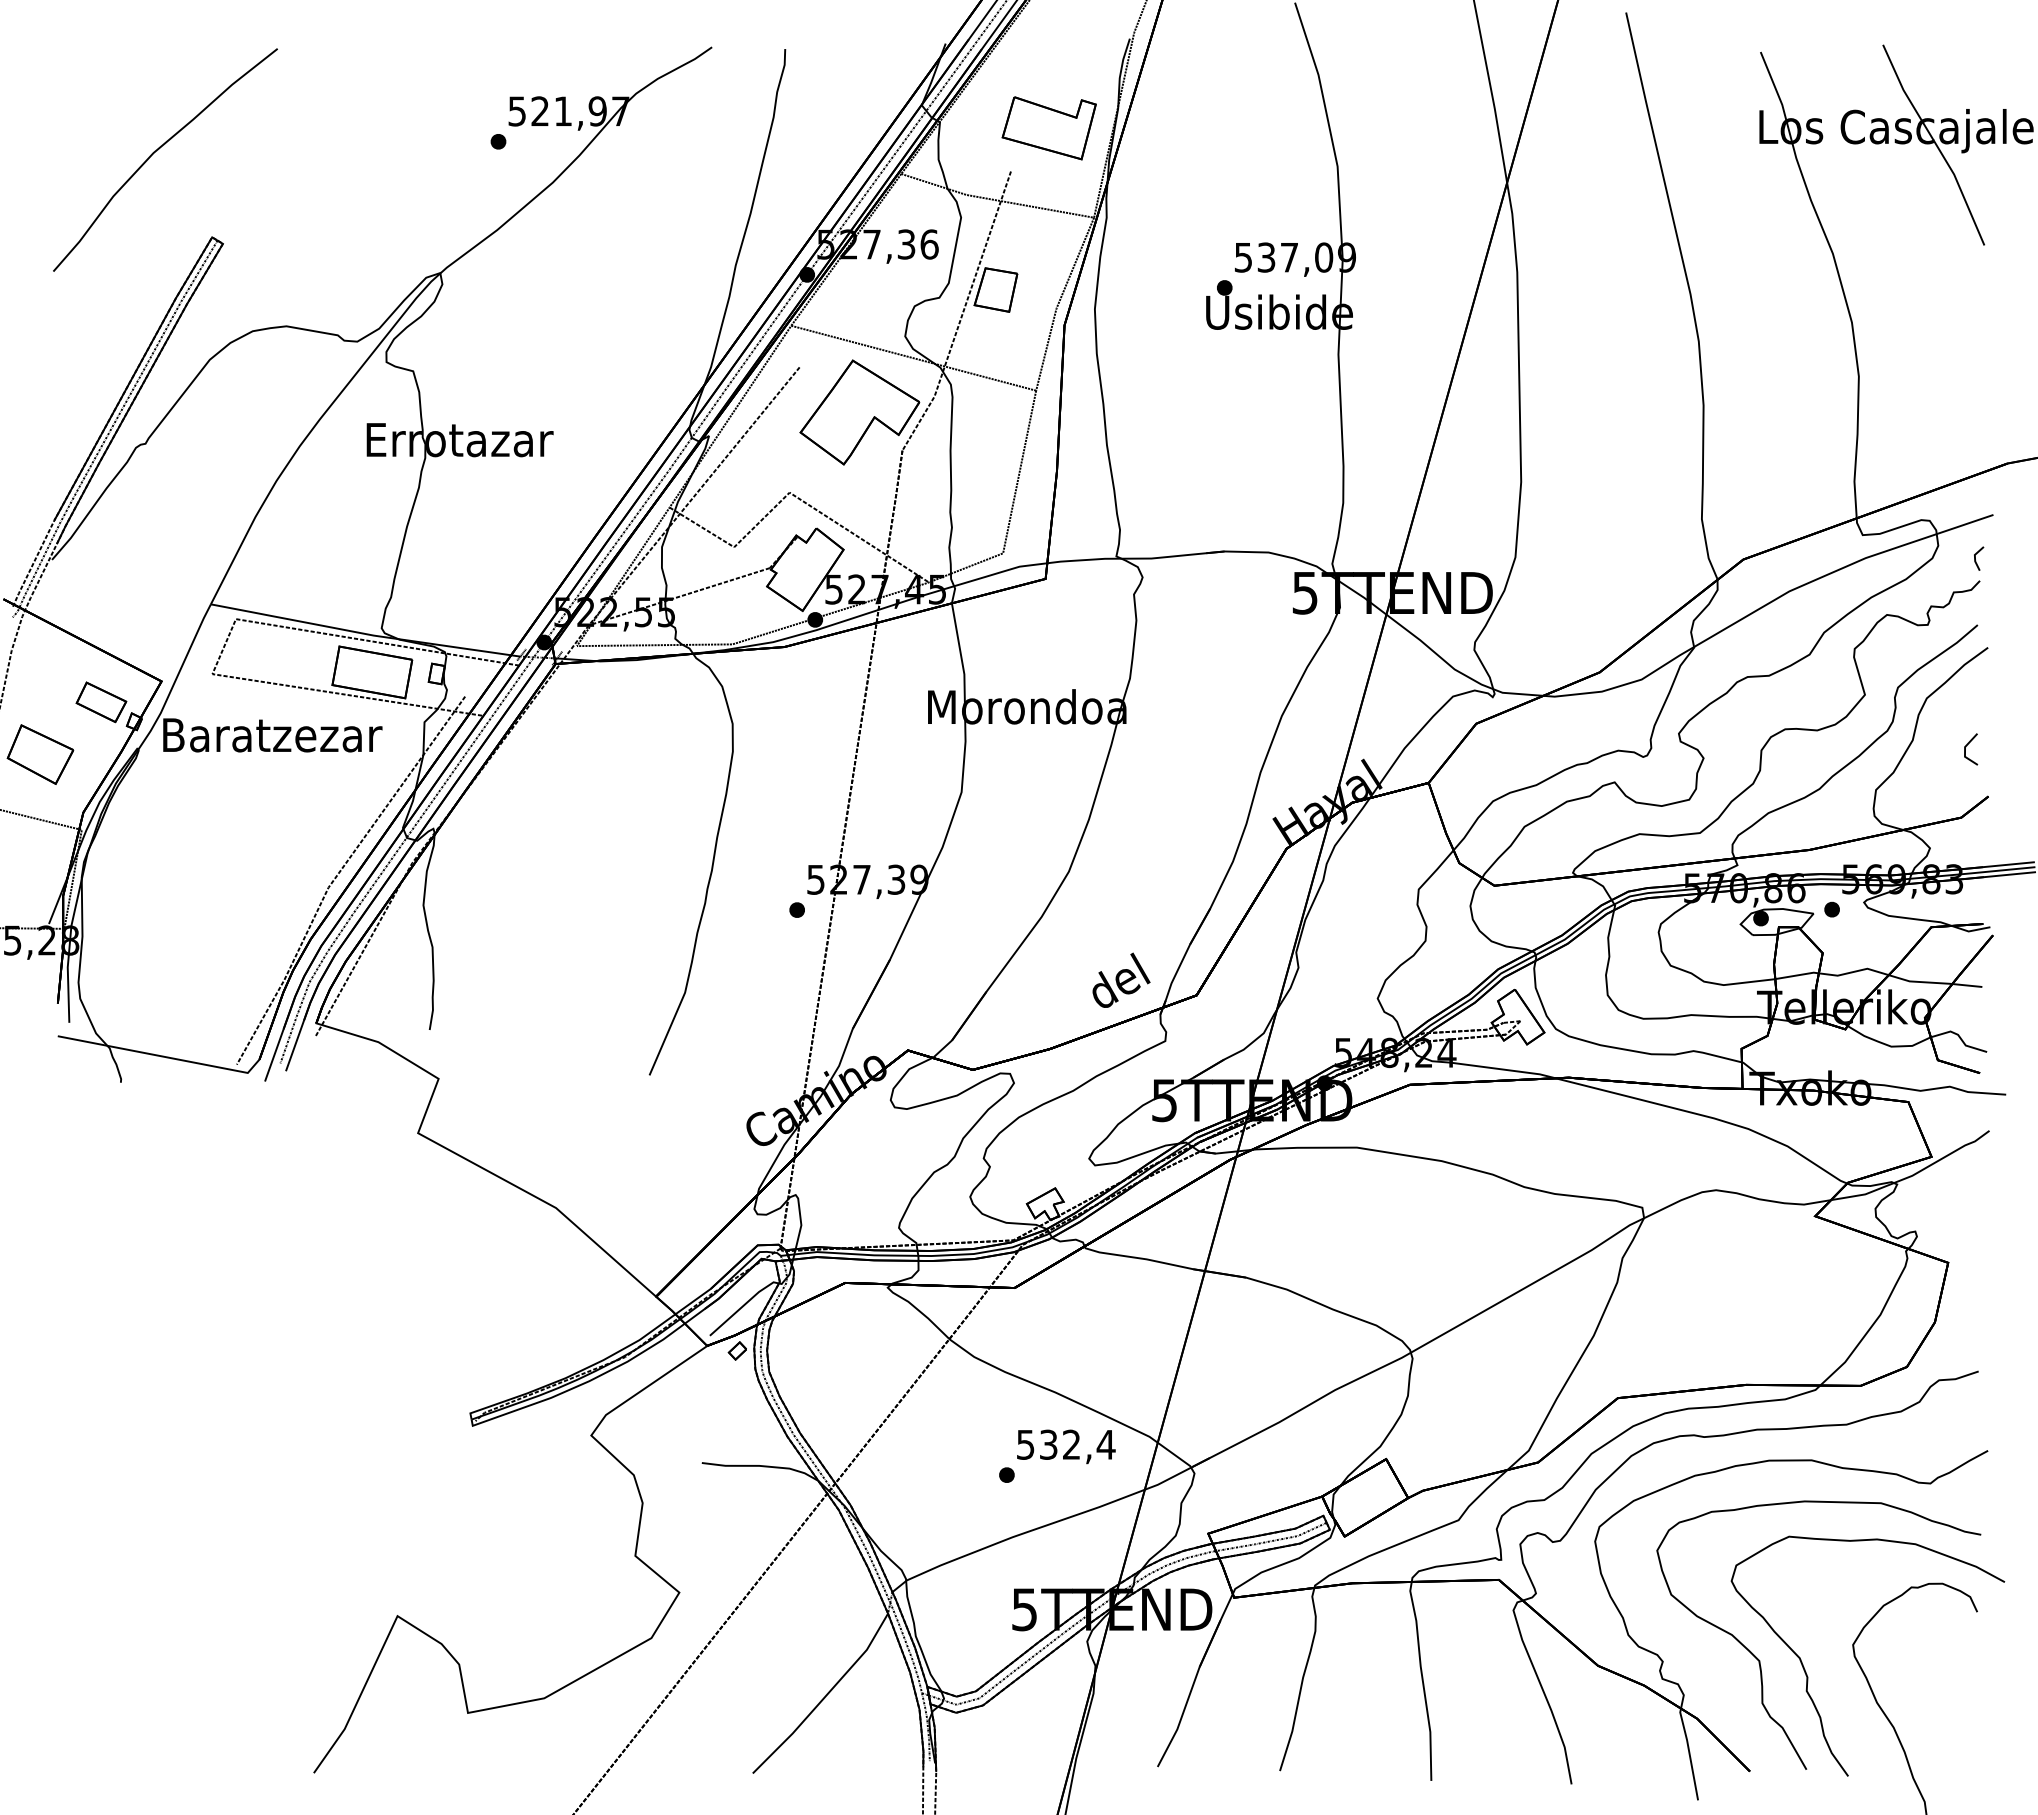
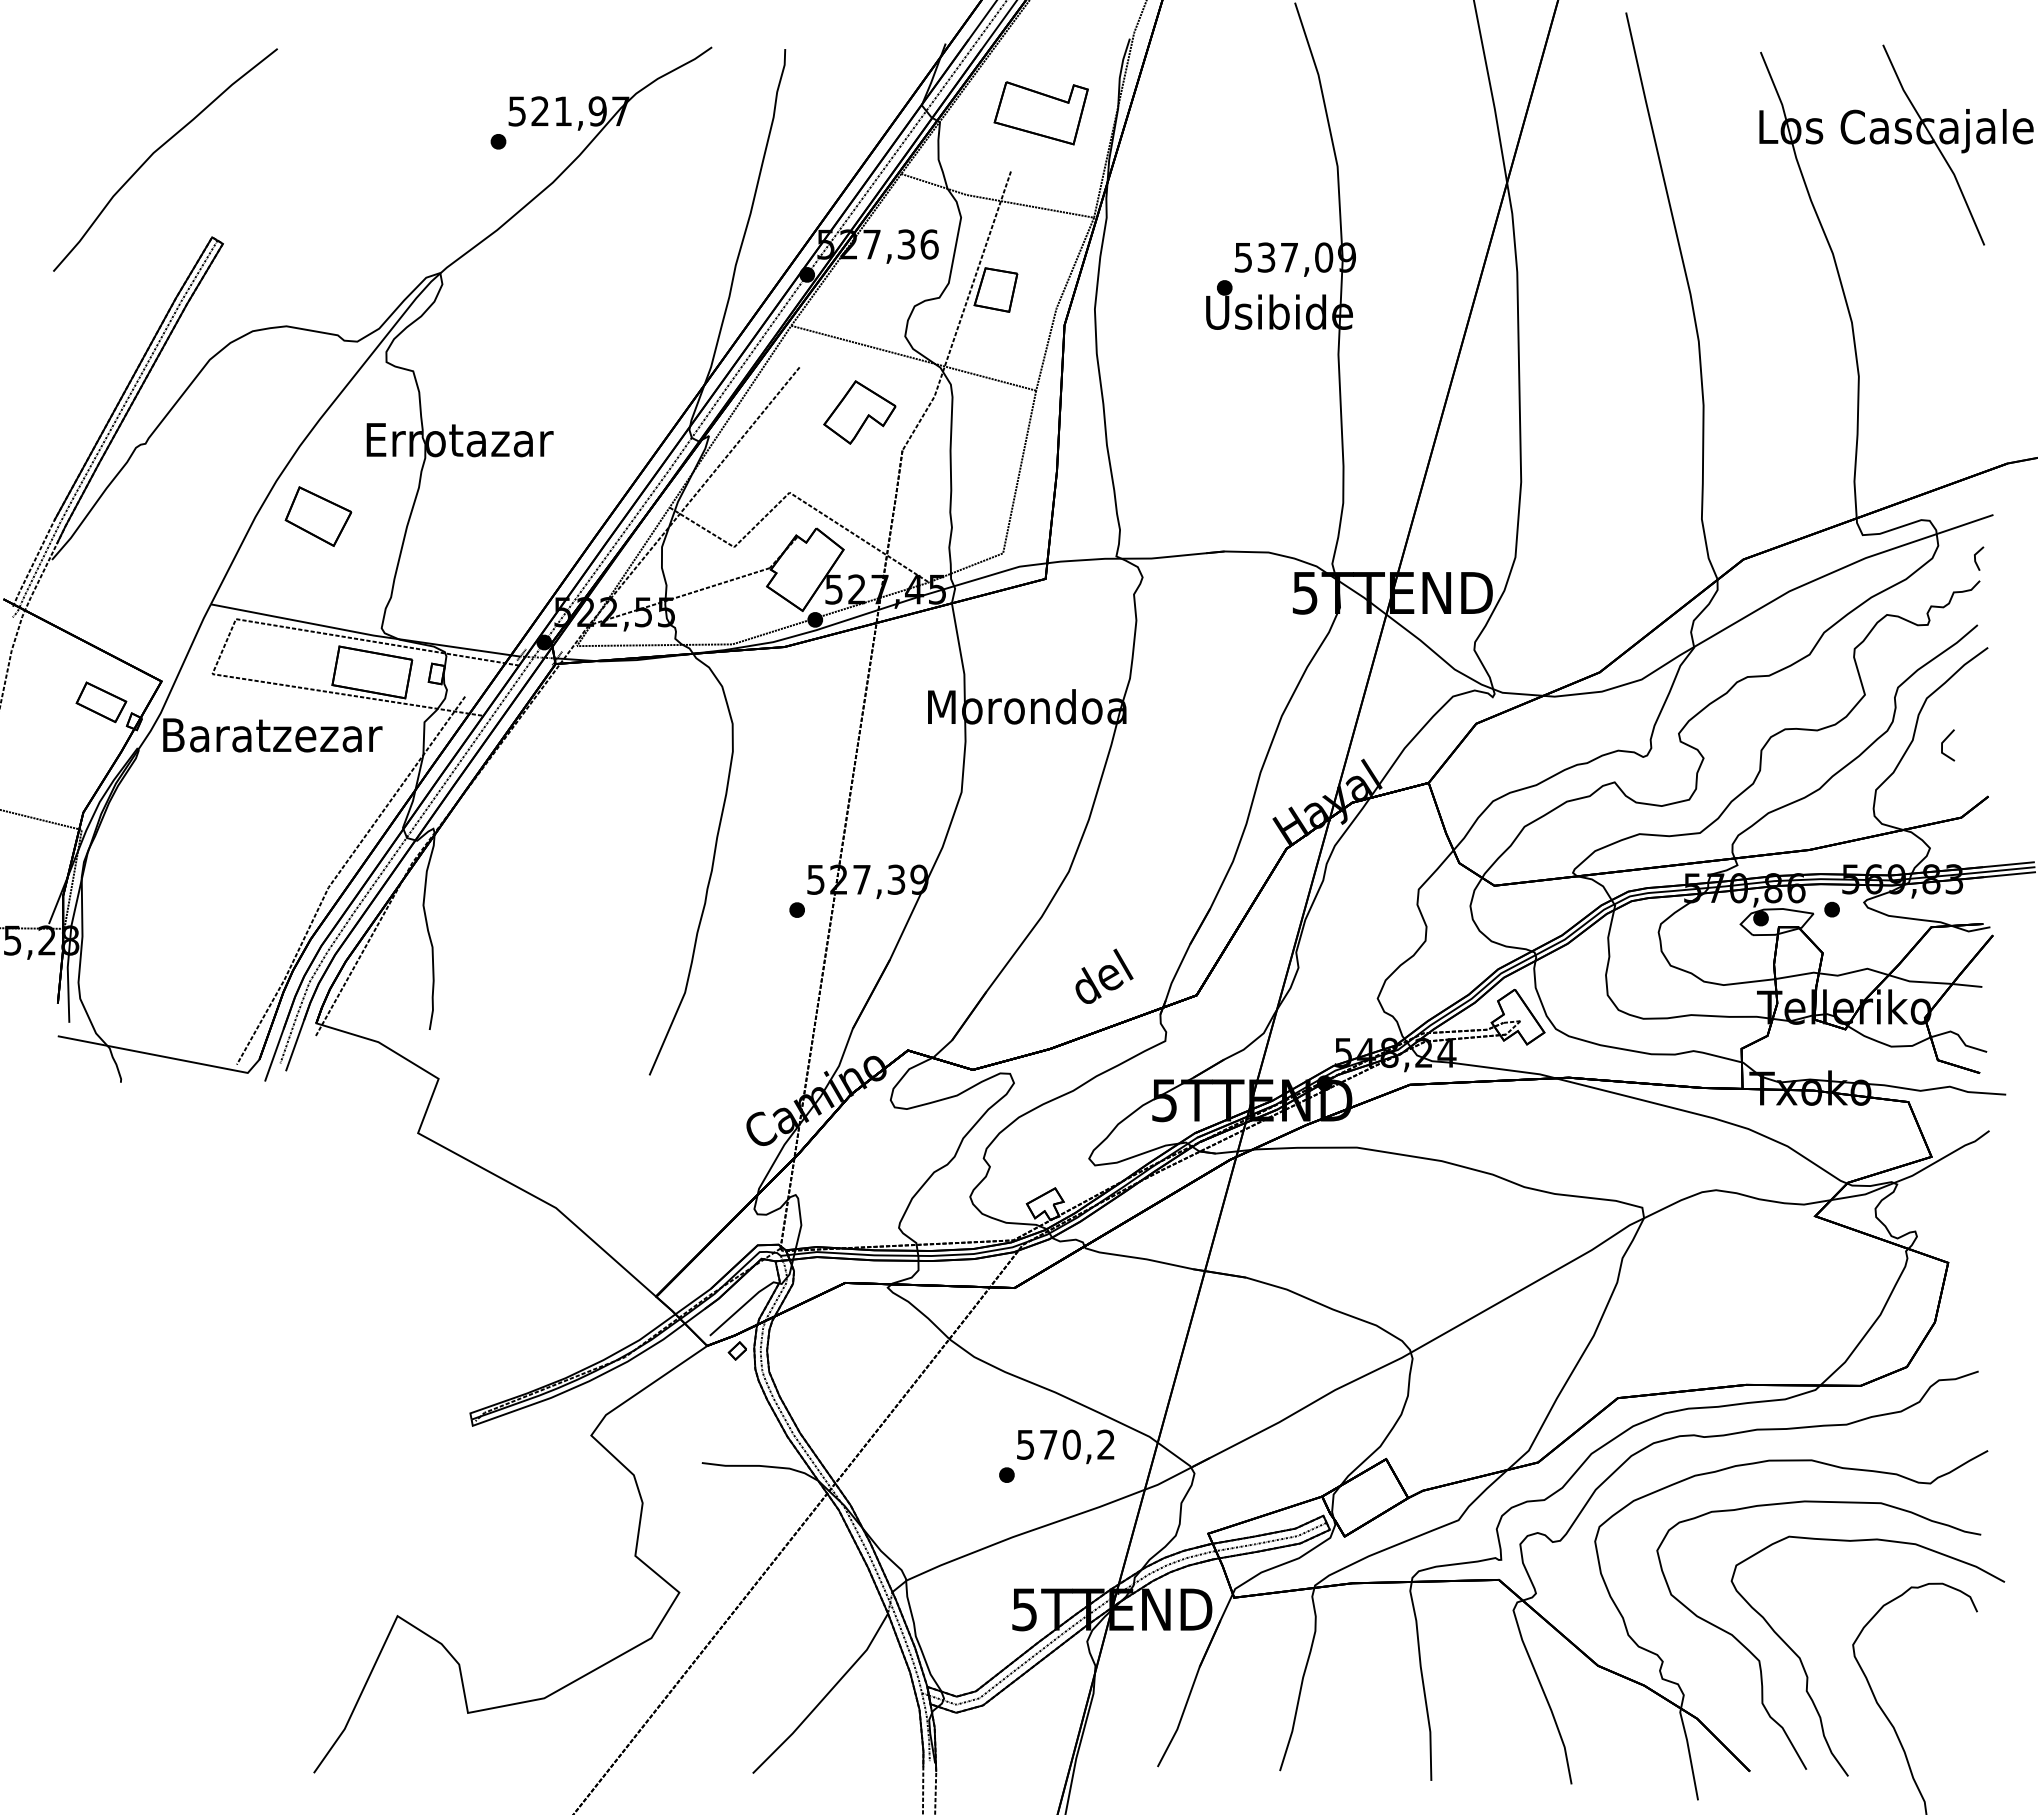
part at (1048, 128) position: (1048, 128) -> (1040, 113)
part at (859, 412) size: 122x107 px -> 74x65 px
line at (1966, 747) position: (1966, 747) -> (1943, 743)
part at (40, 754) position: (40, 754) -> (318, 516)
text at (1121, 979) position: (1121, 979) -> (1104, 975)
text at (1077, 1444): 532,4 -> 570,2
